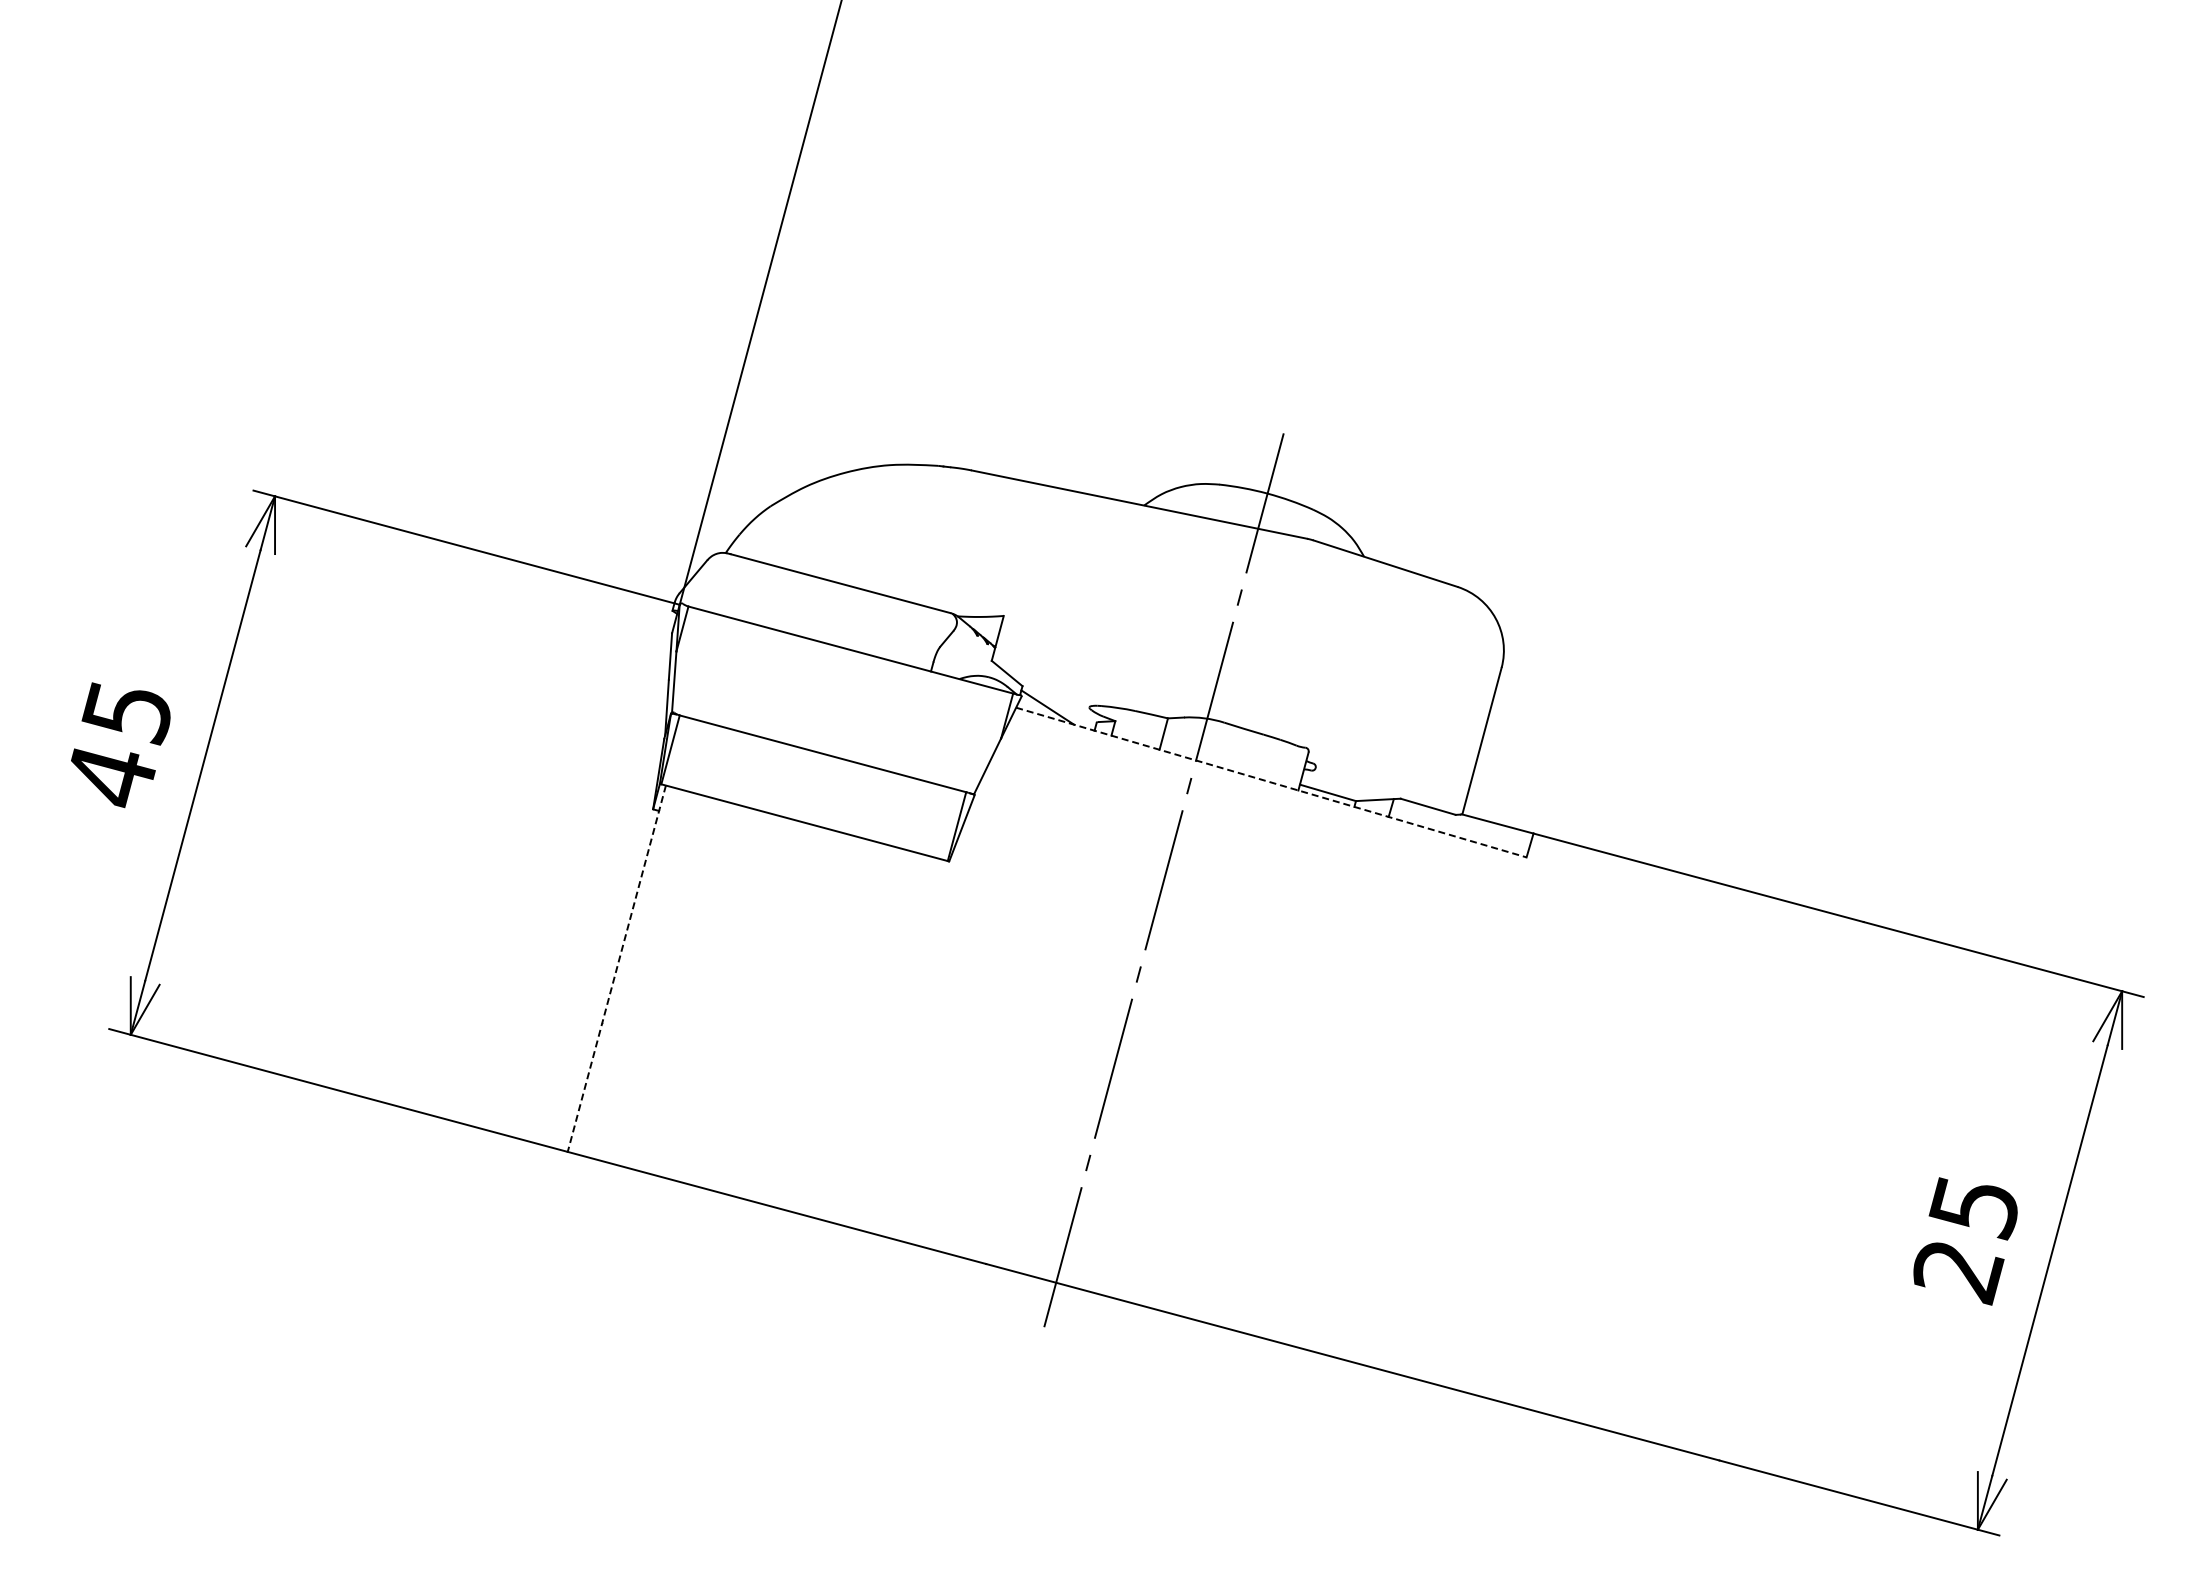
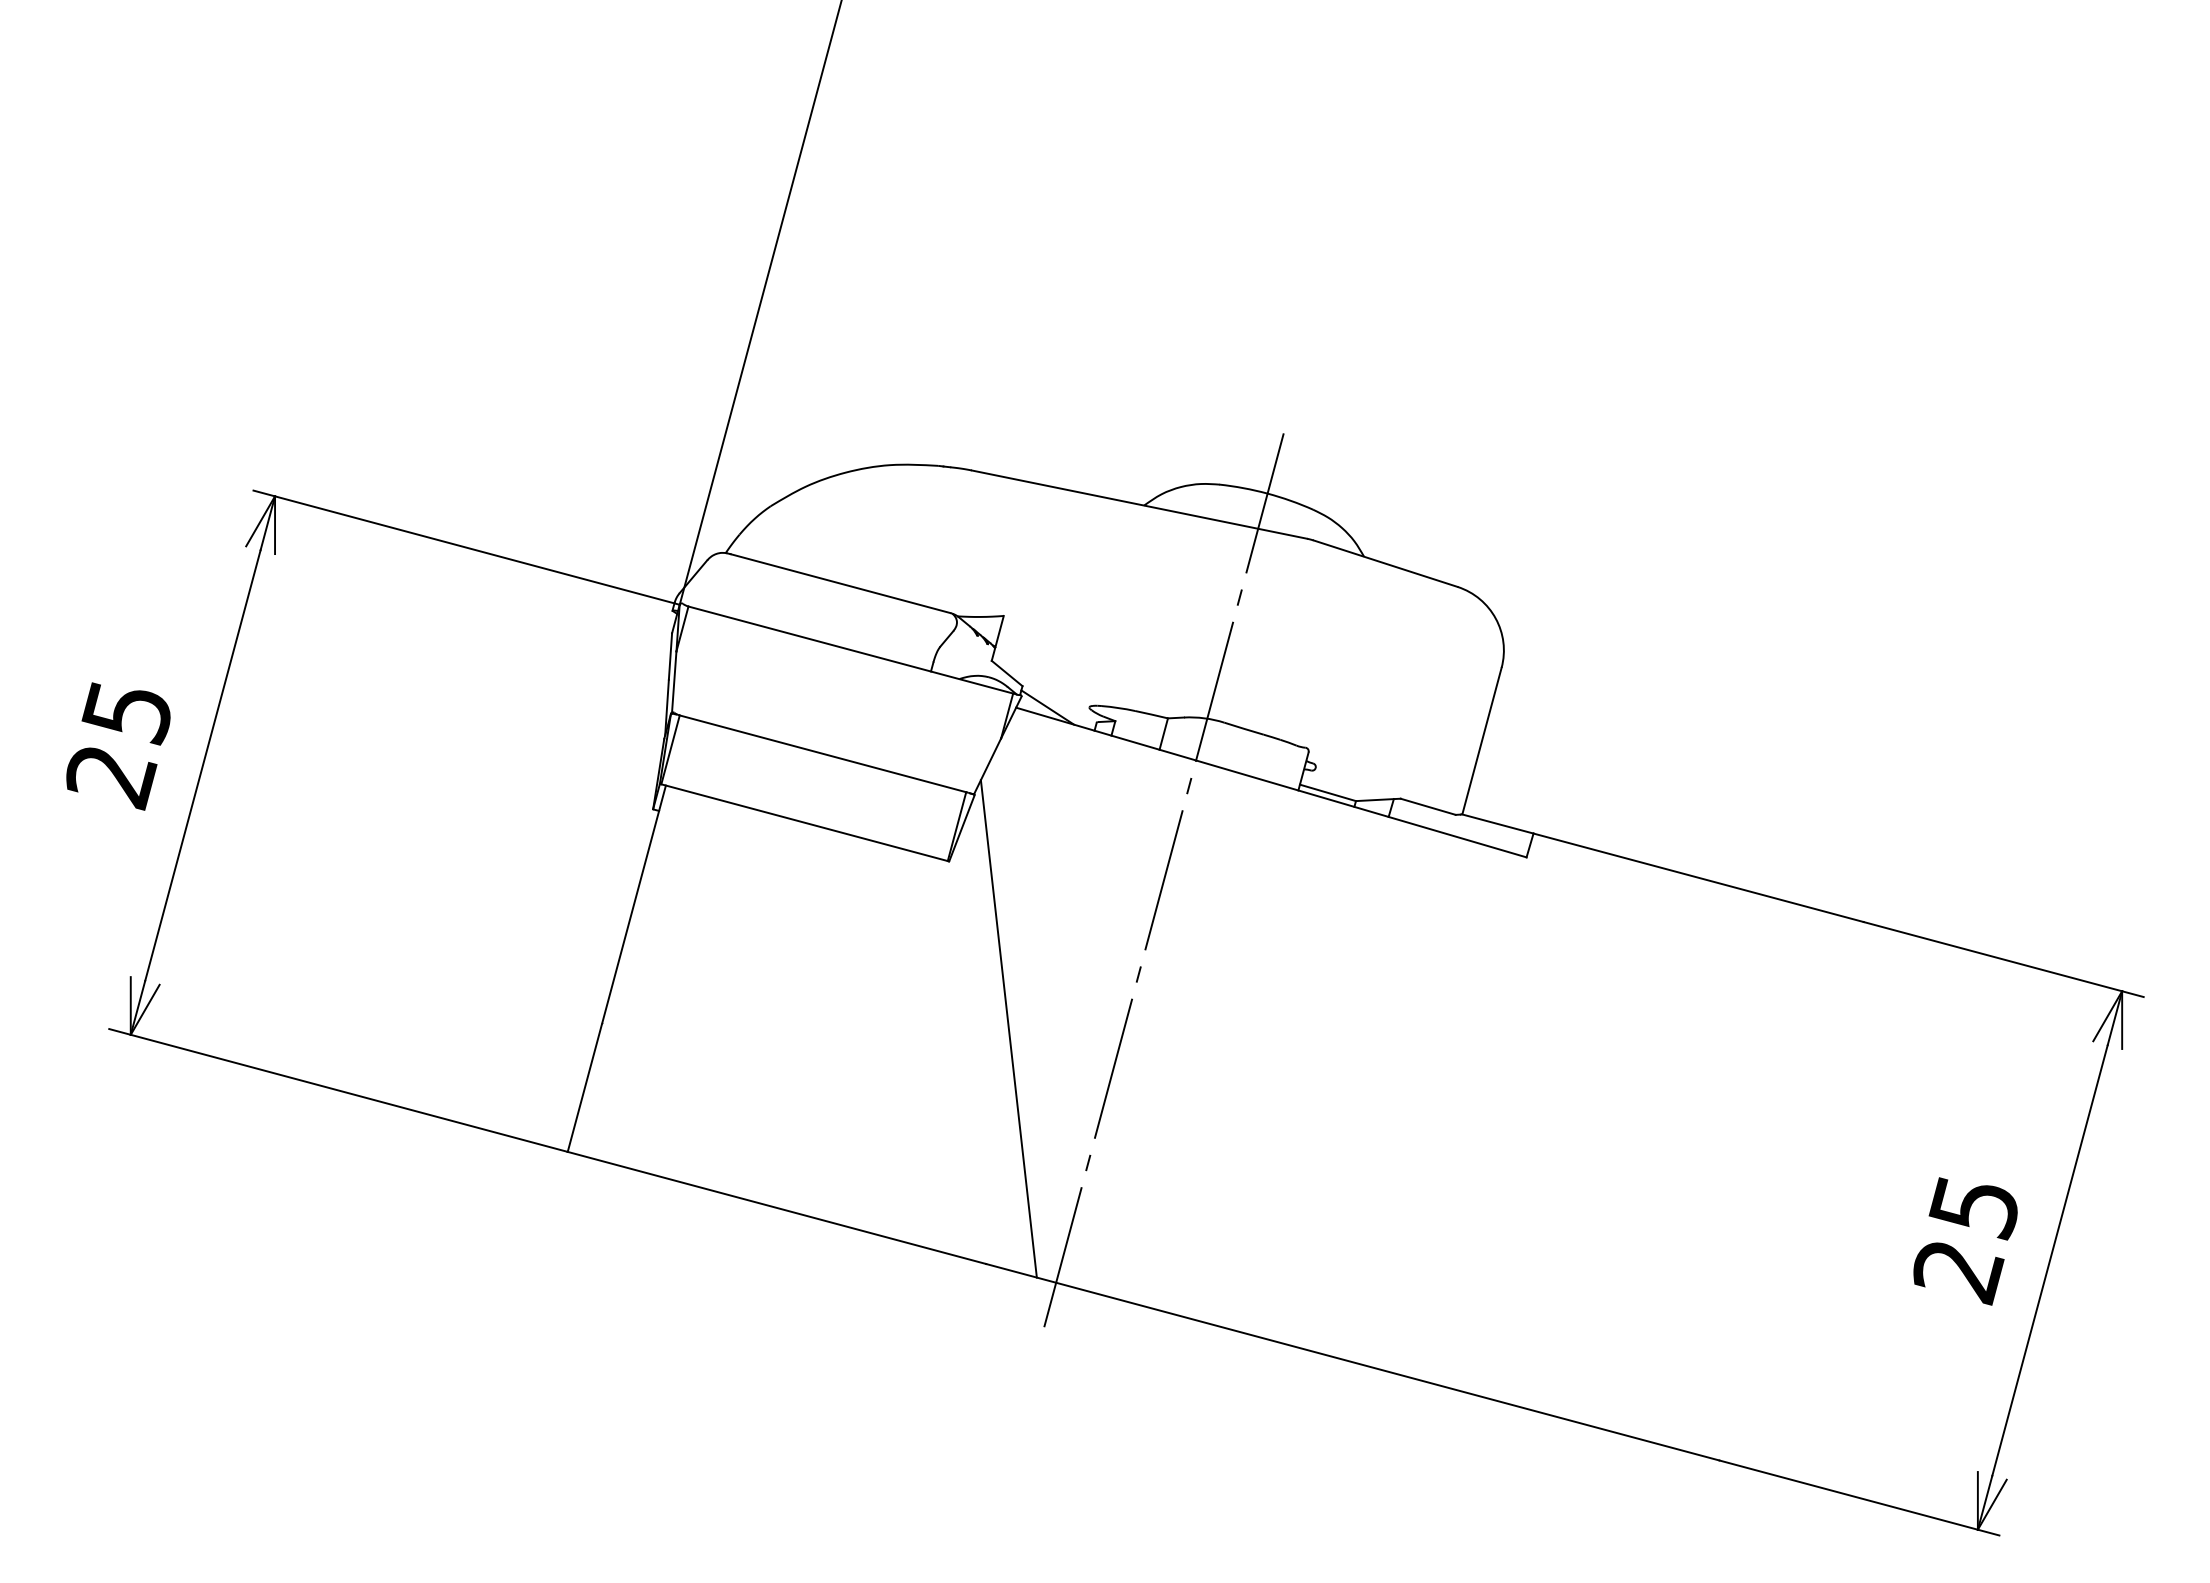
text at (111, 778): 45 -> 25
line at (1271, 782): dashed -> solid
line at (616, 968): dashed -> solid
line at (1008, 1028): none -> present
